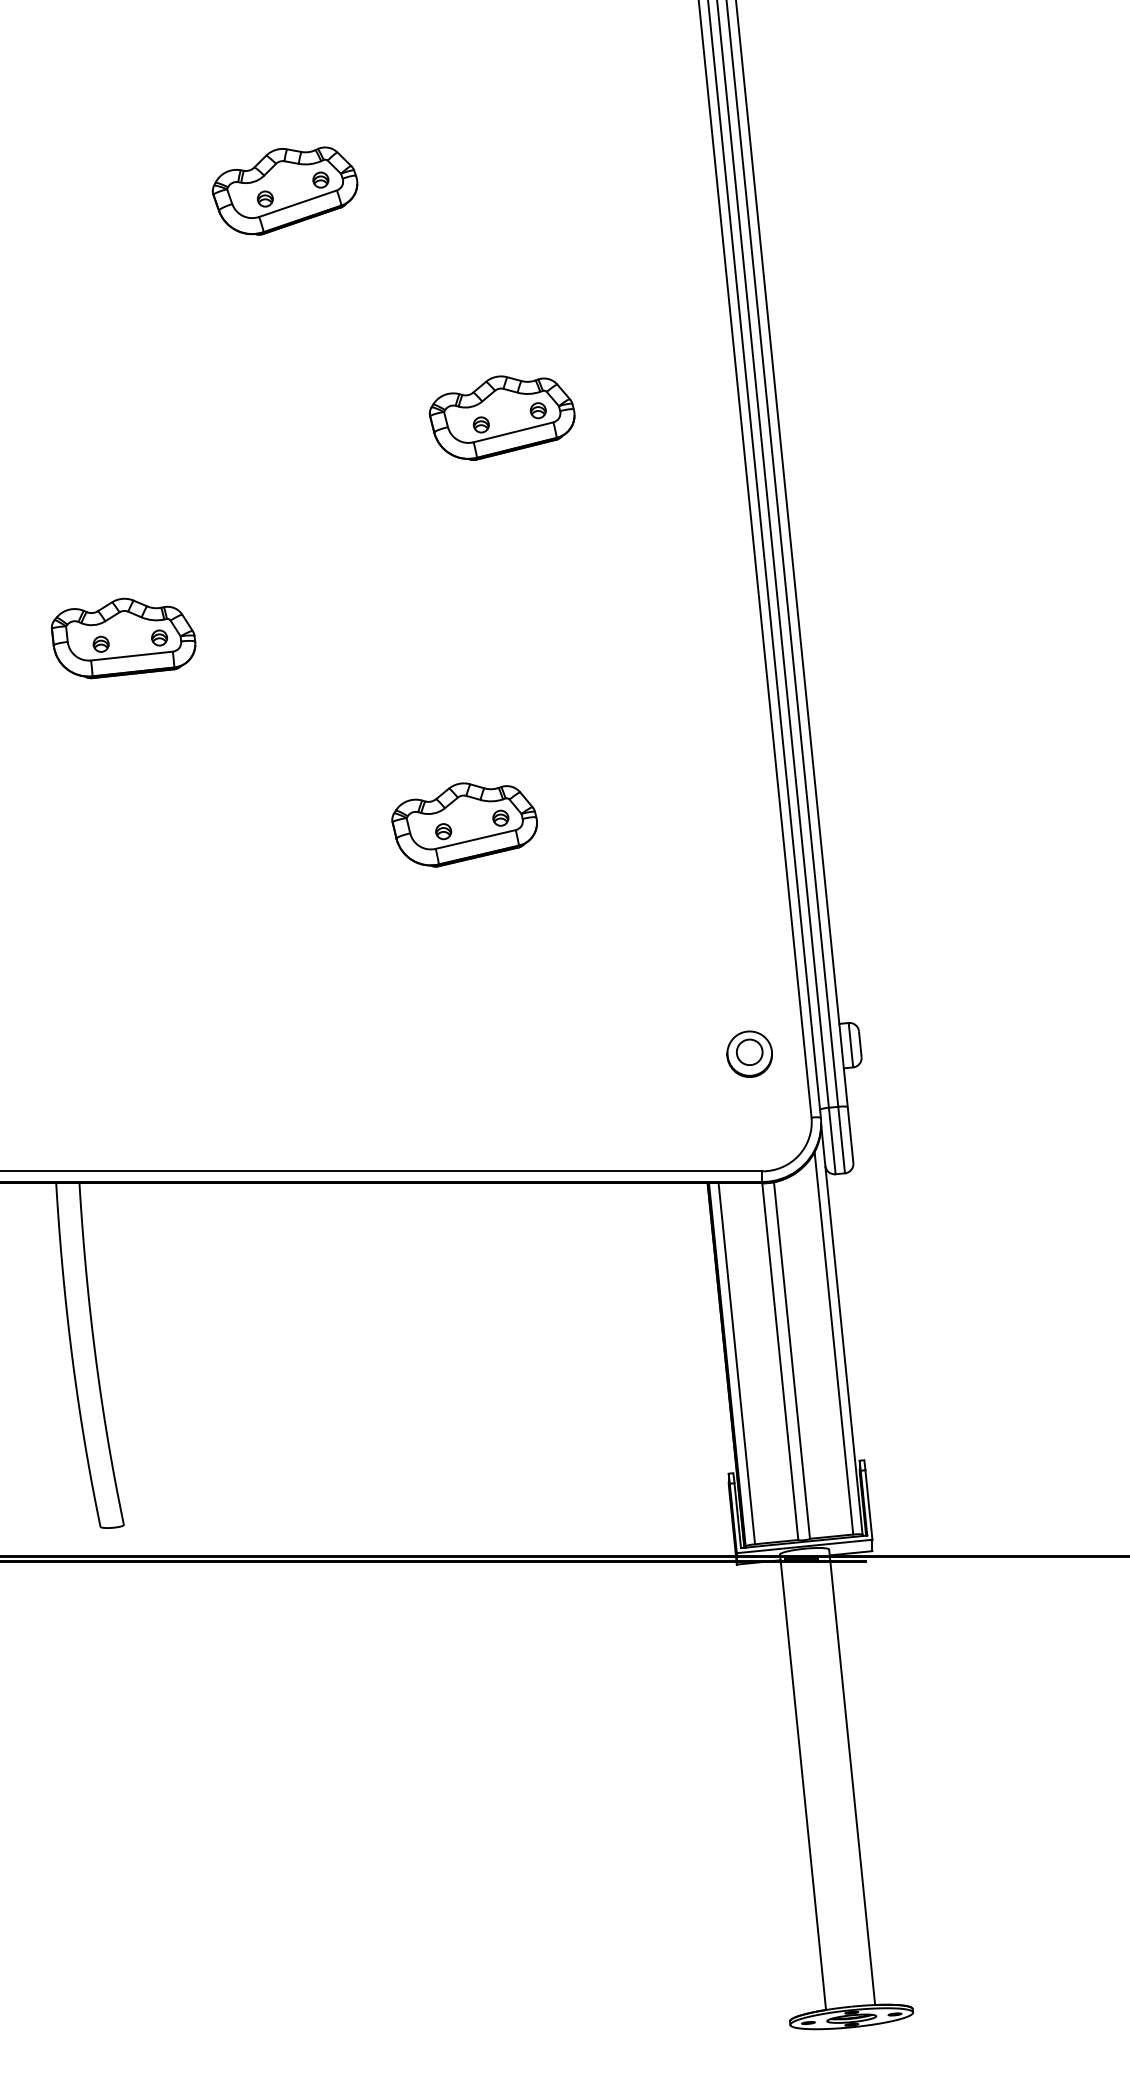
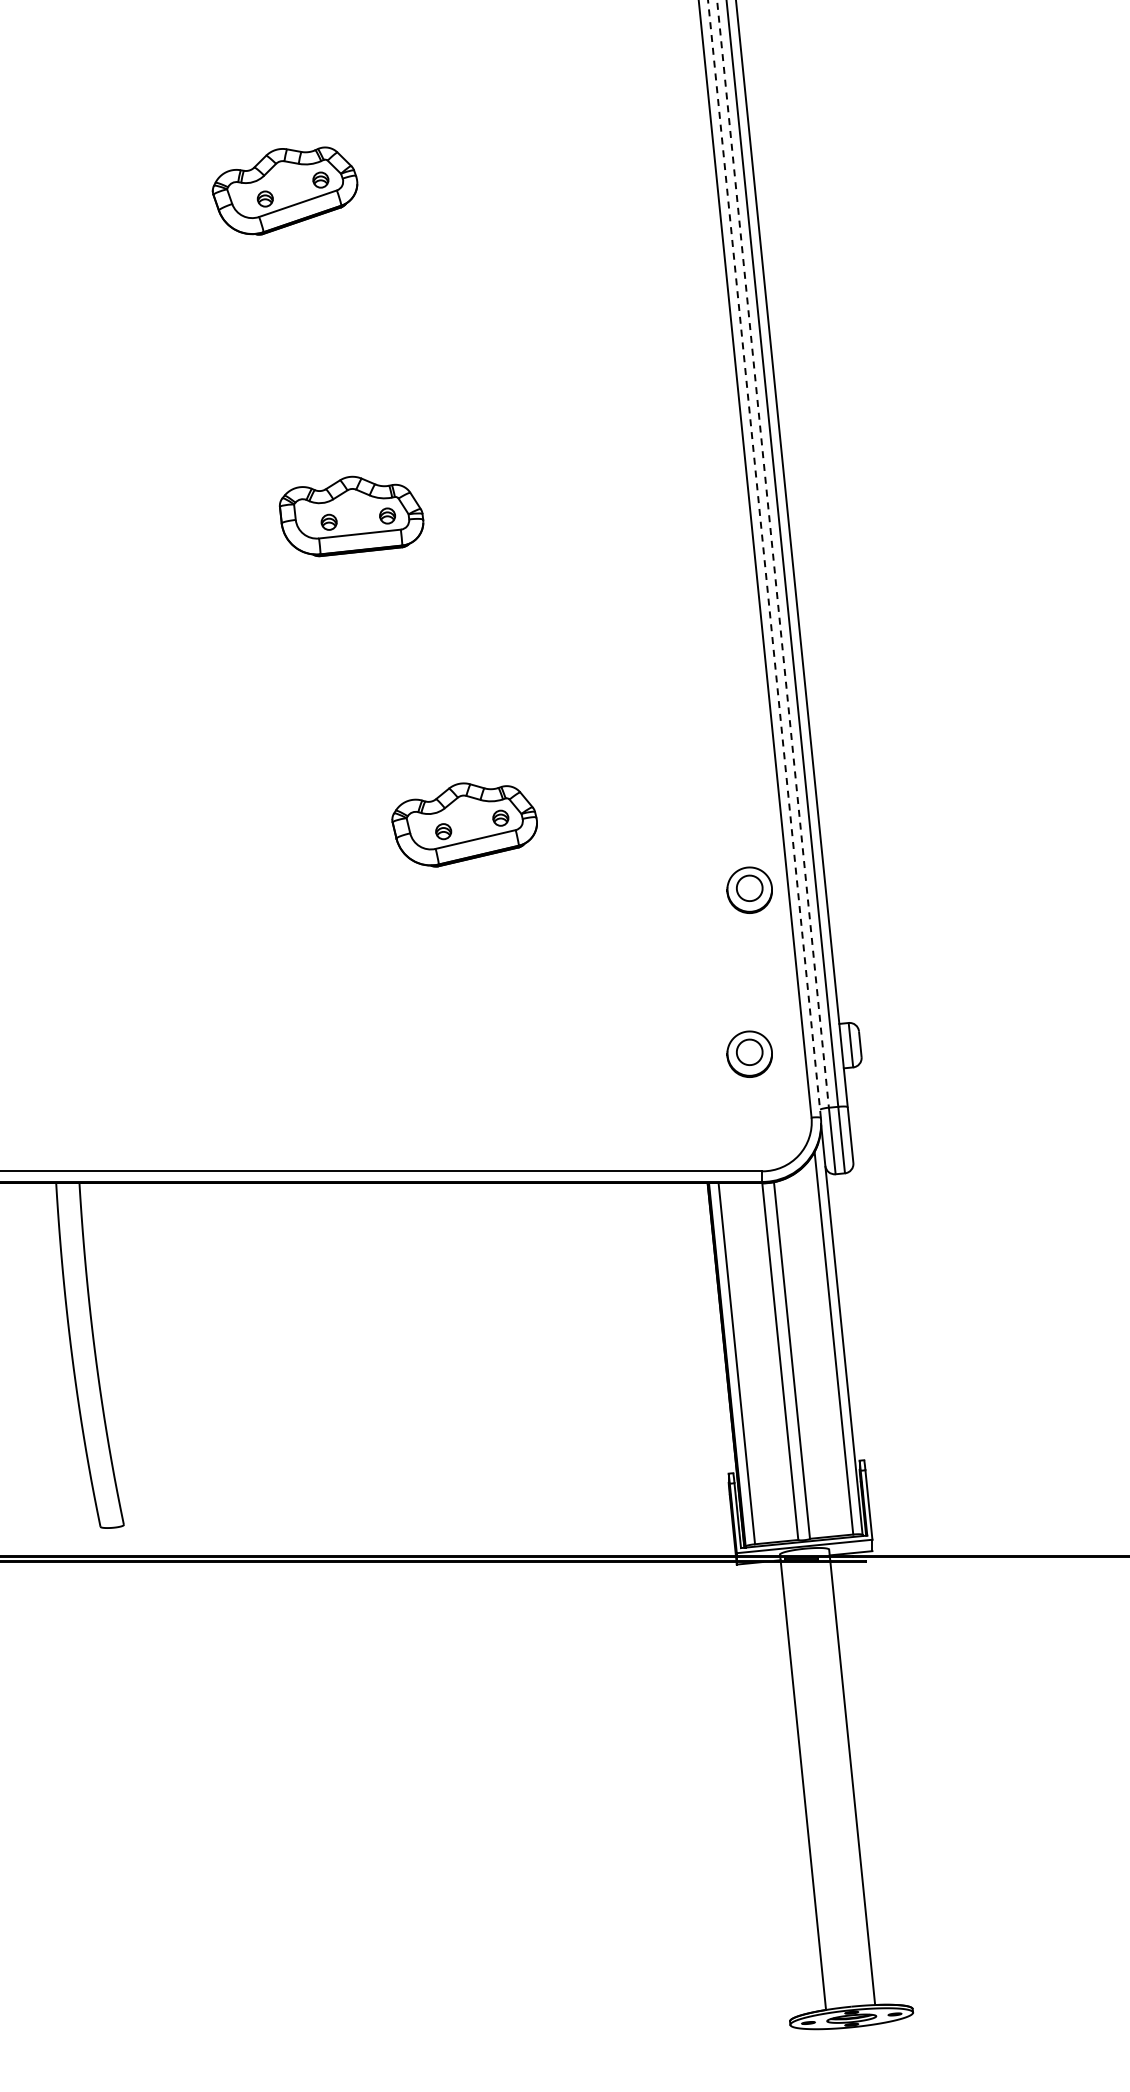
part at (501, 417): present -> none
line at (773, 554): solid -> dashed
line at (764, 558): solid -> dashed
part at (123, 638) position: (123, 638) -> (351, 516)
part at (749, 889): none -> present
